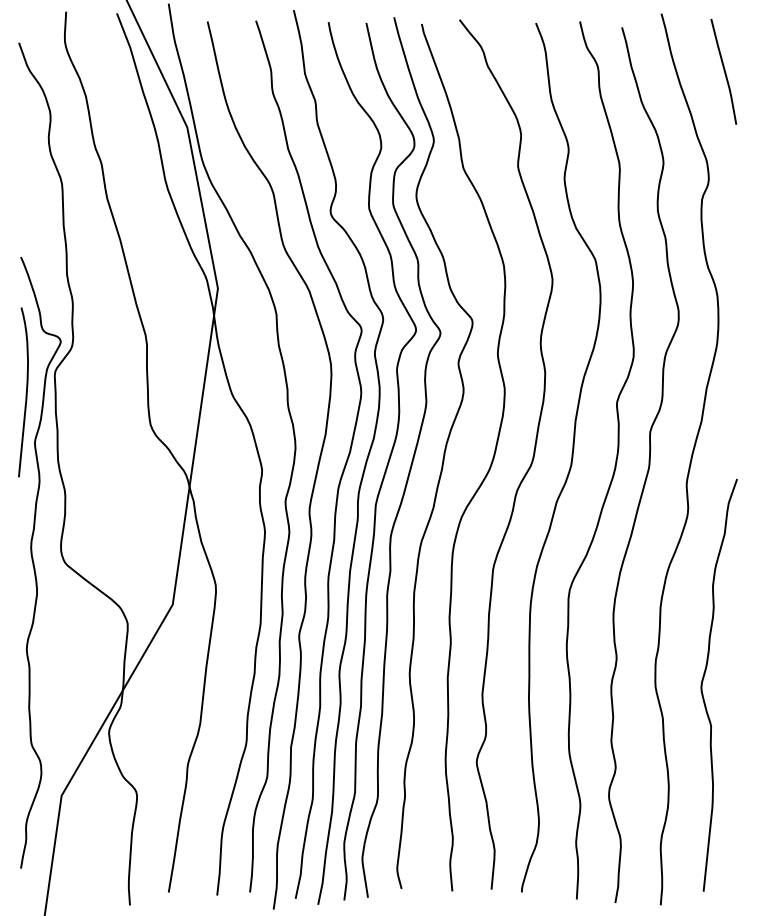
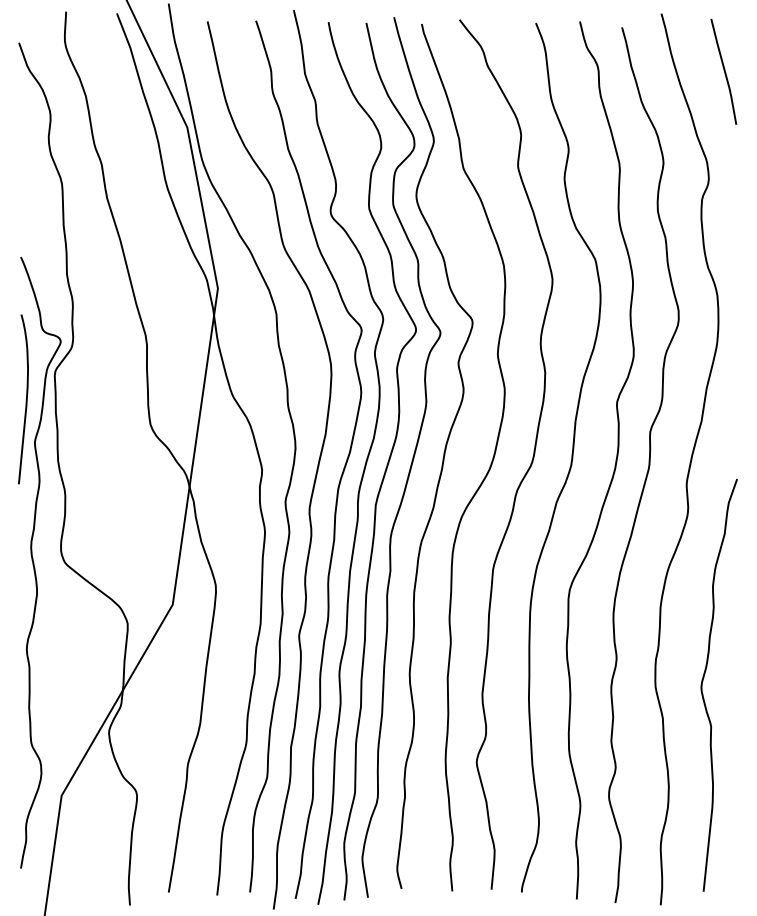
curve at (25, 392) position: (25, 392) -> (25, 399)
